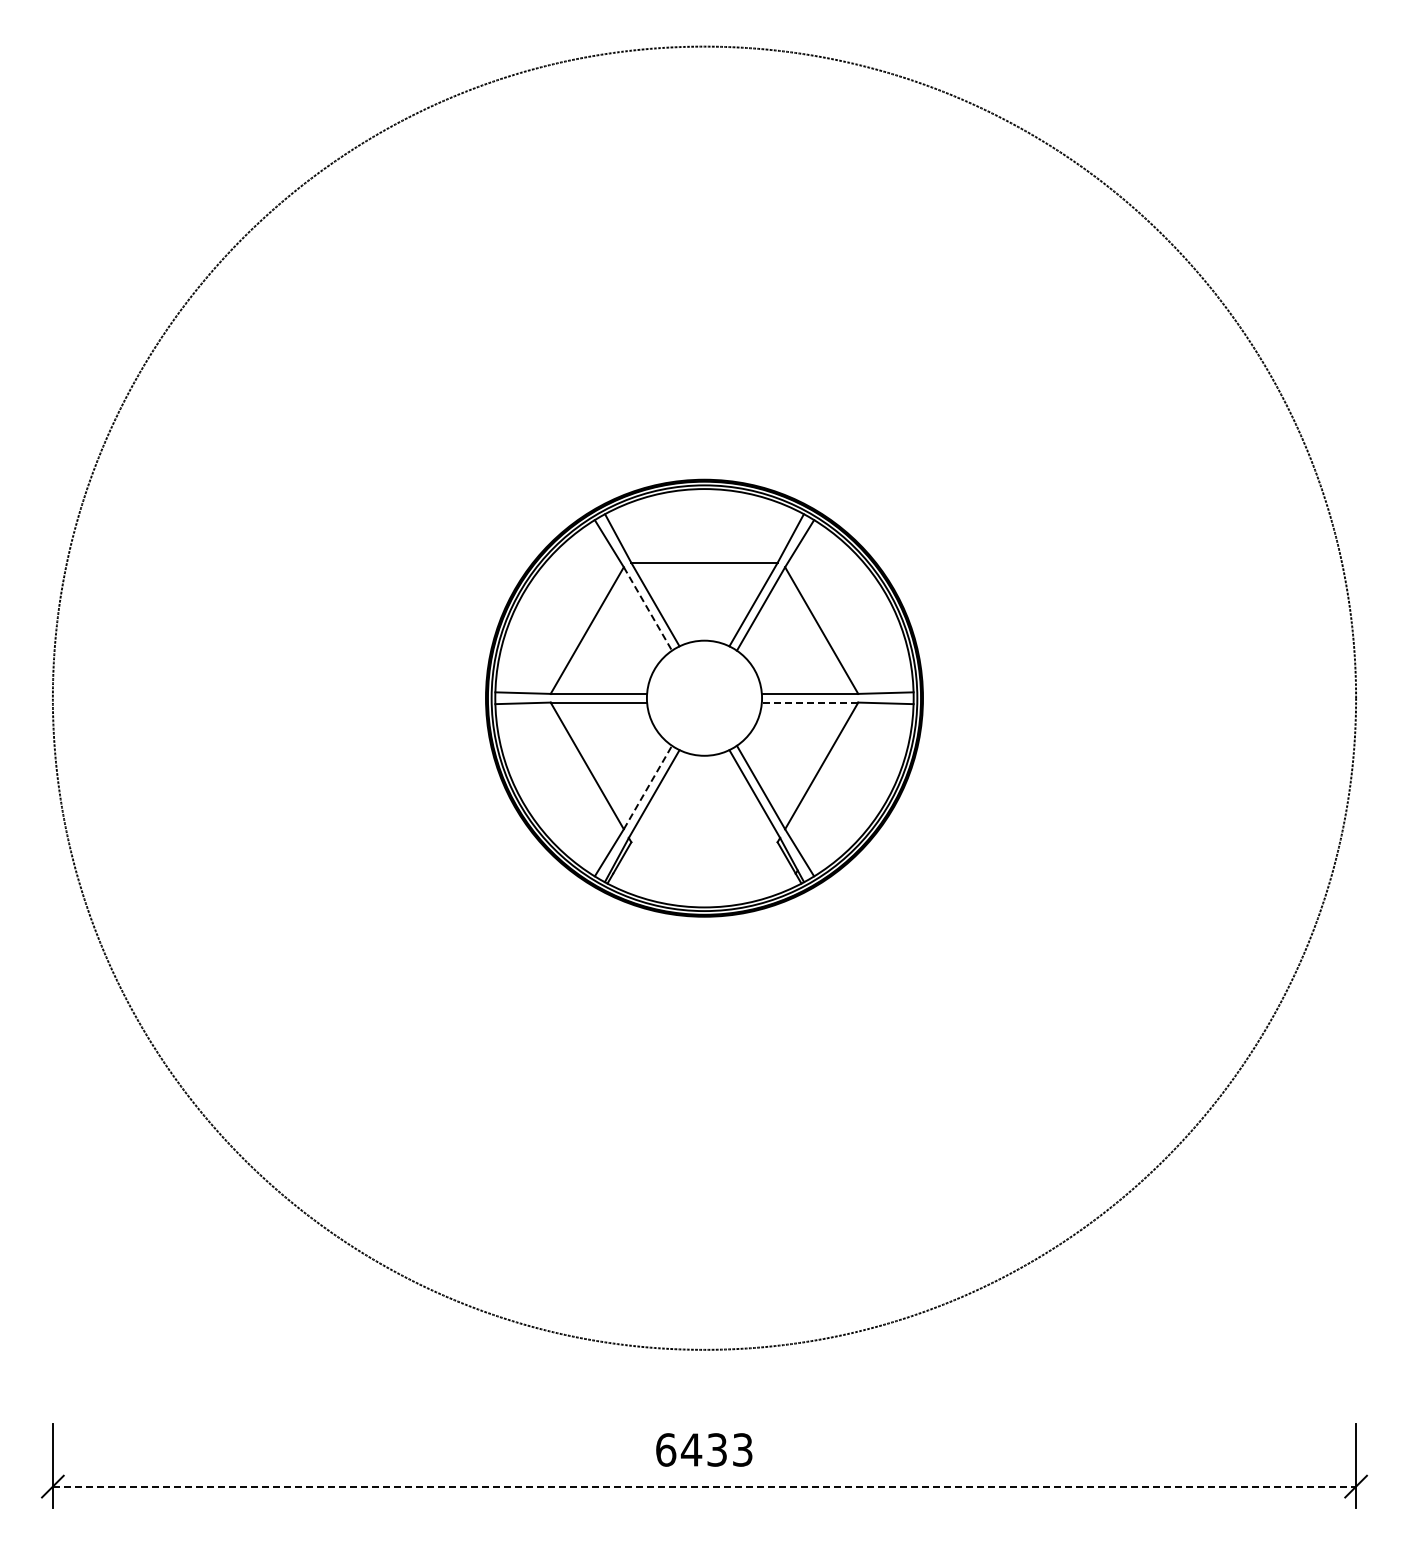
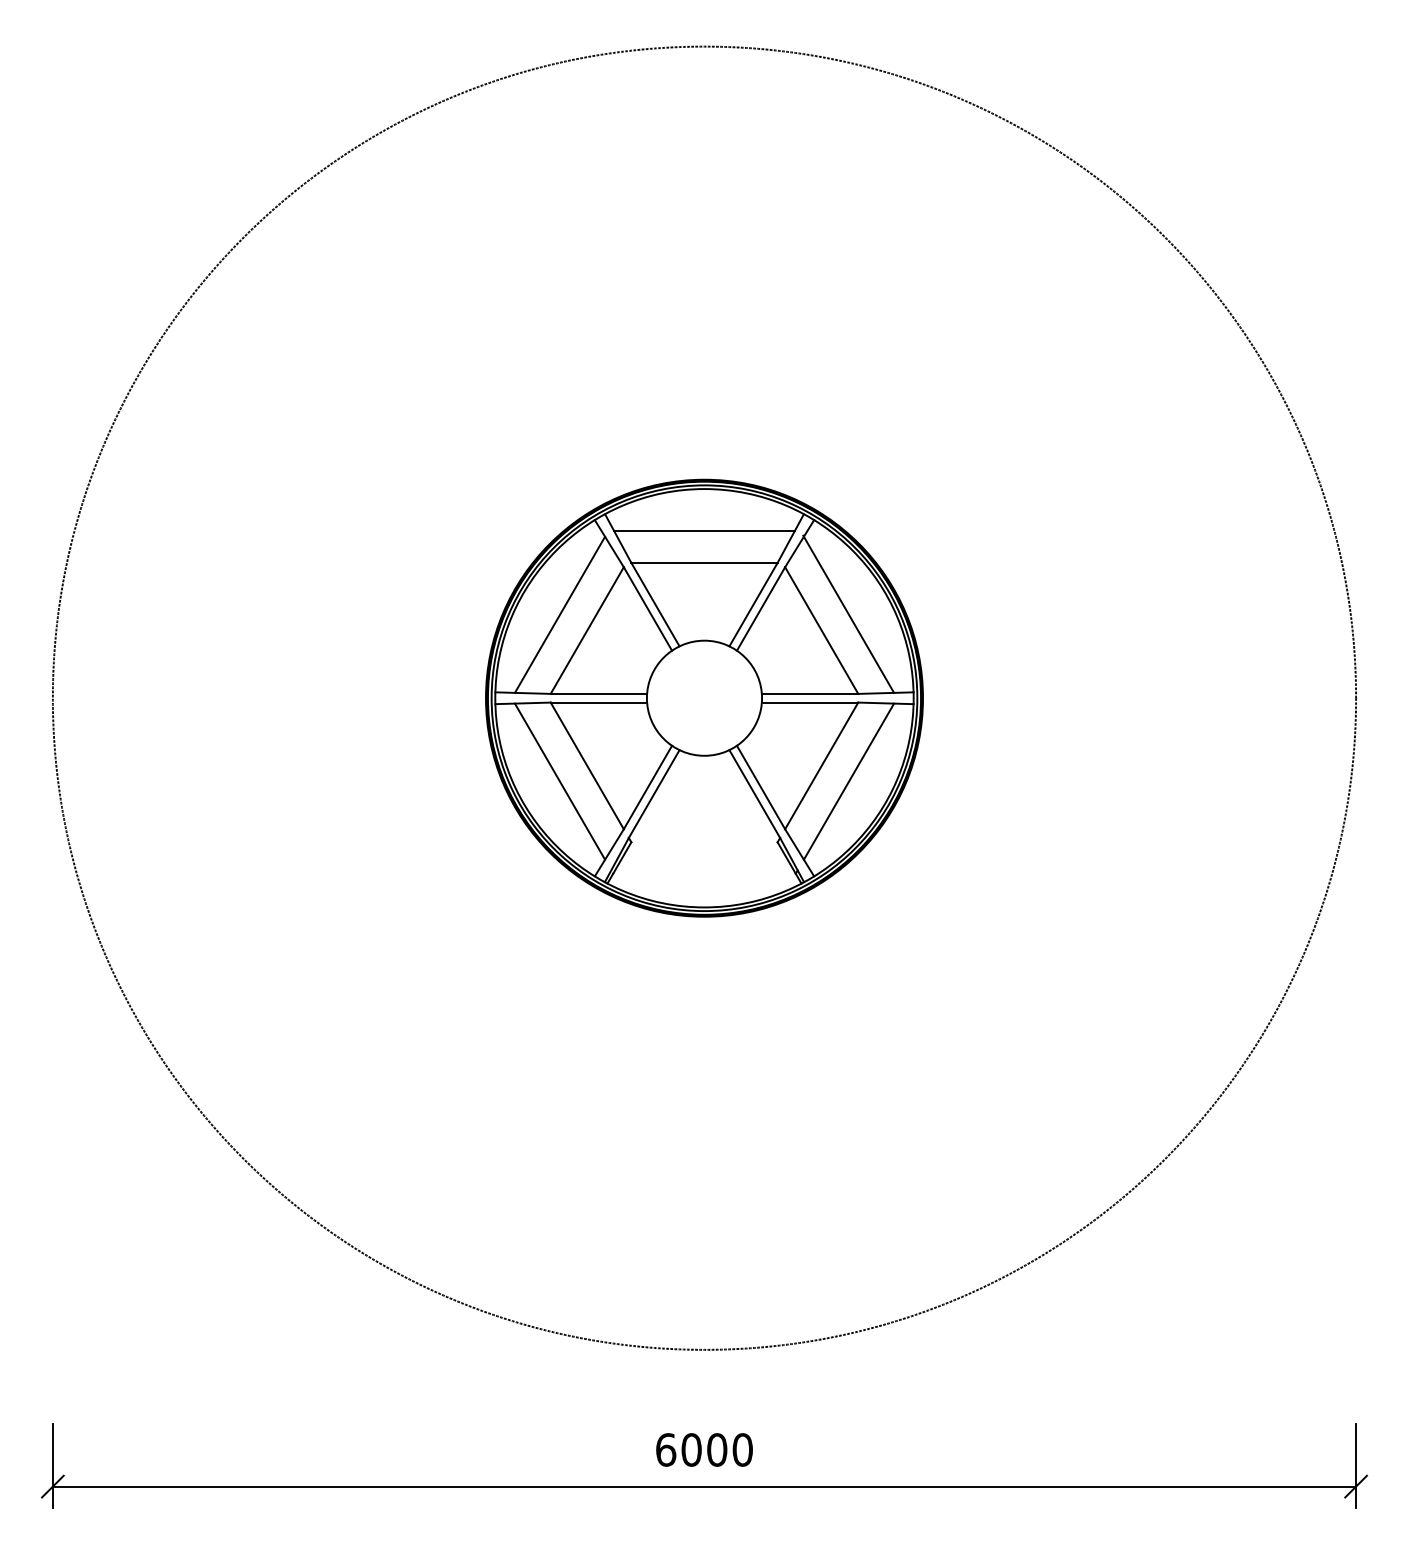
line at (704, 531): none -> present
line at (648, 609): dashed -> solid
line at (848, 613): none -> present
line at (559, 614): none -> present
line at (809, 702): dashed -> solid
line at (559, 781): none -> present
line at (848, 781): none -> present
line at (648, 787): dashed -> solid
text at (716, 1449): 6433 -> 6000
line at (704, 1486): dashed -> solid
